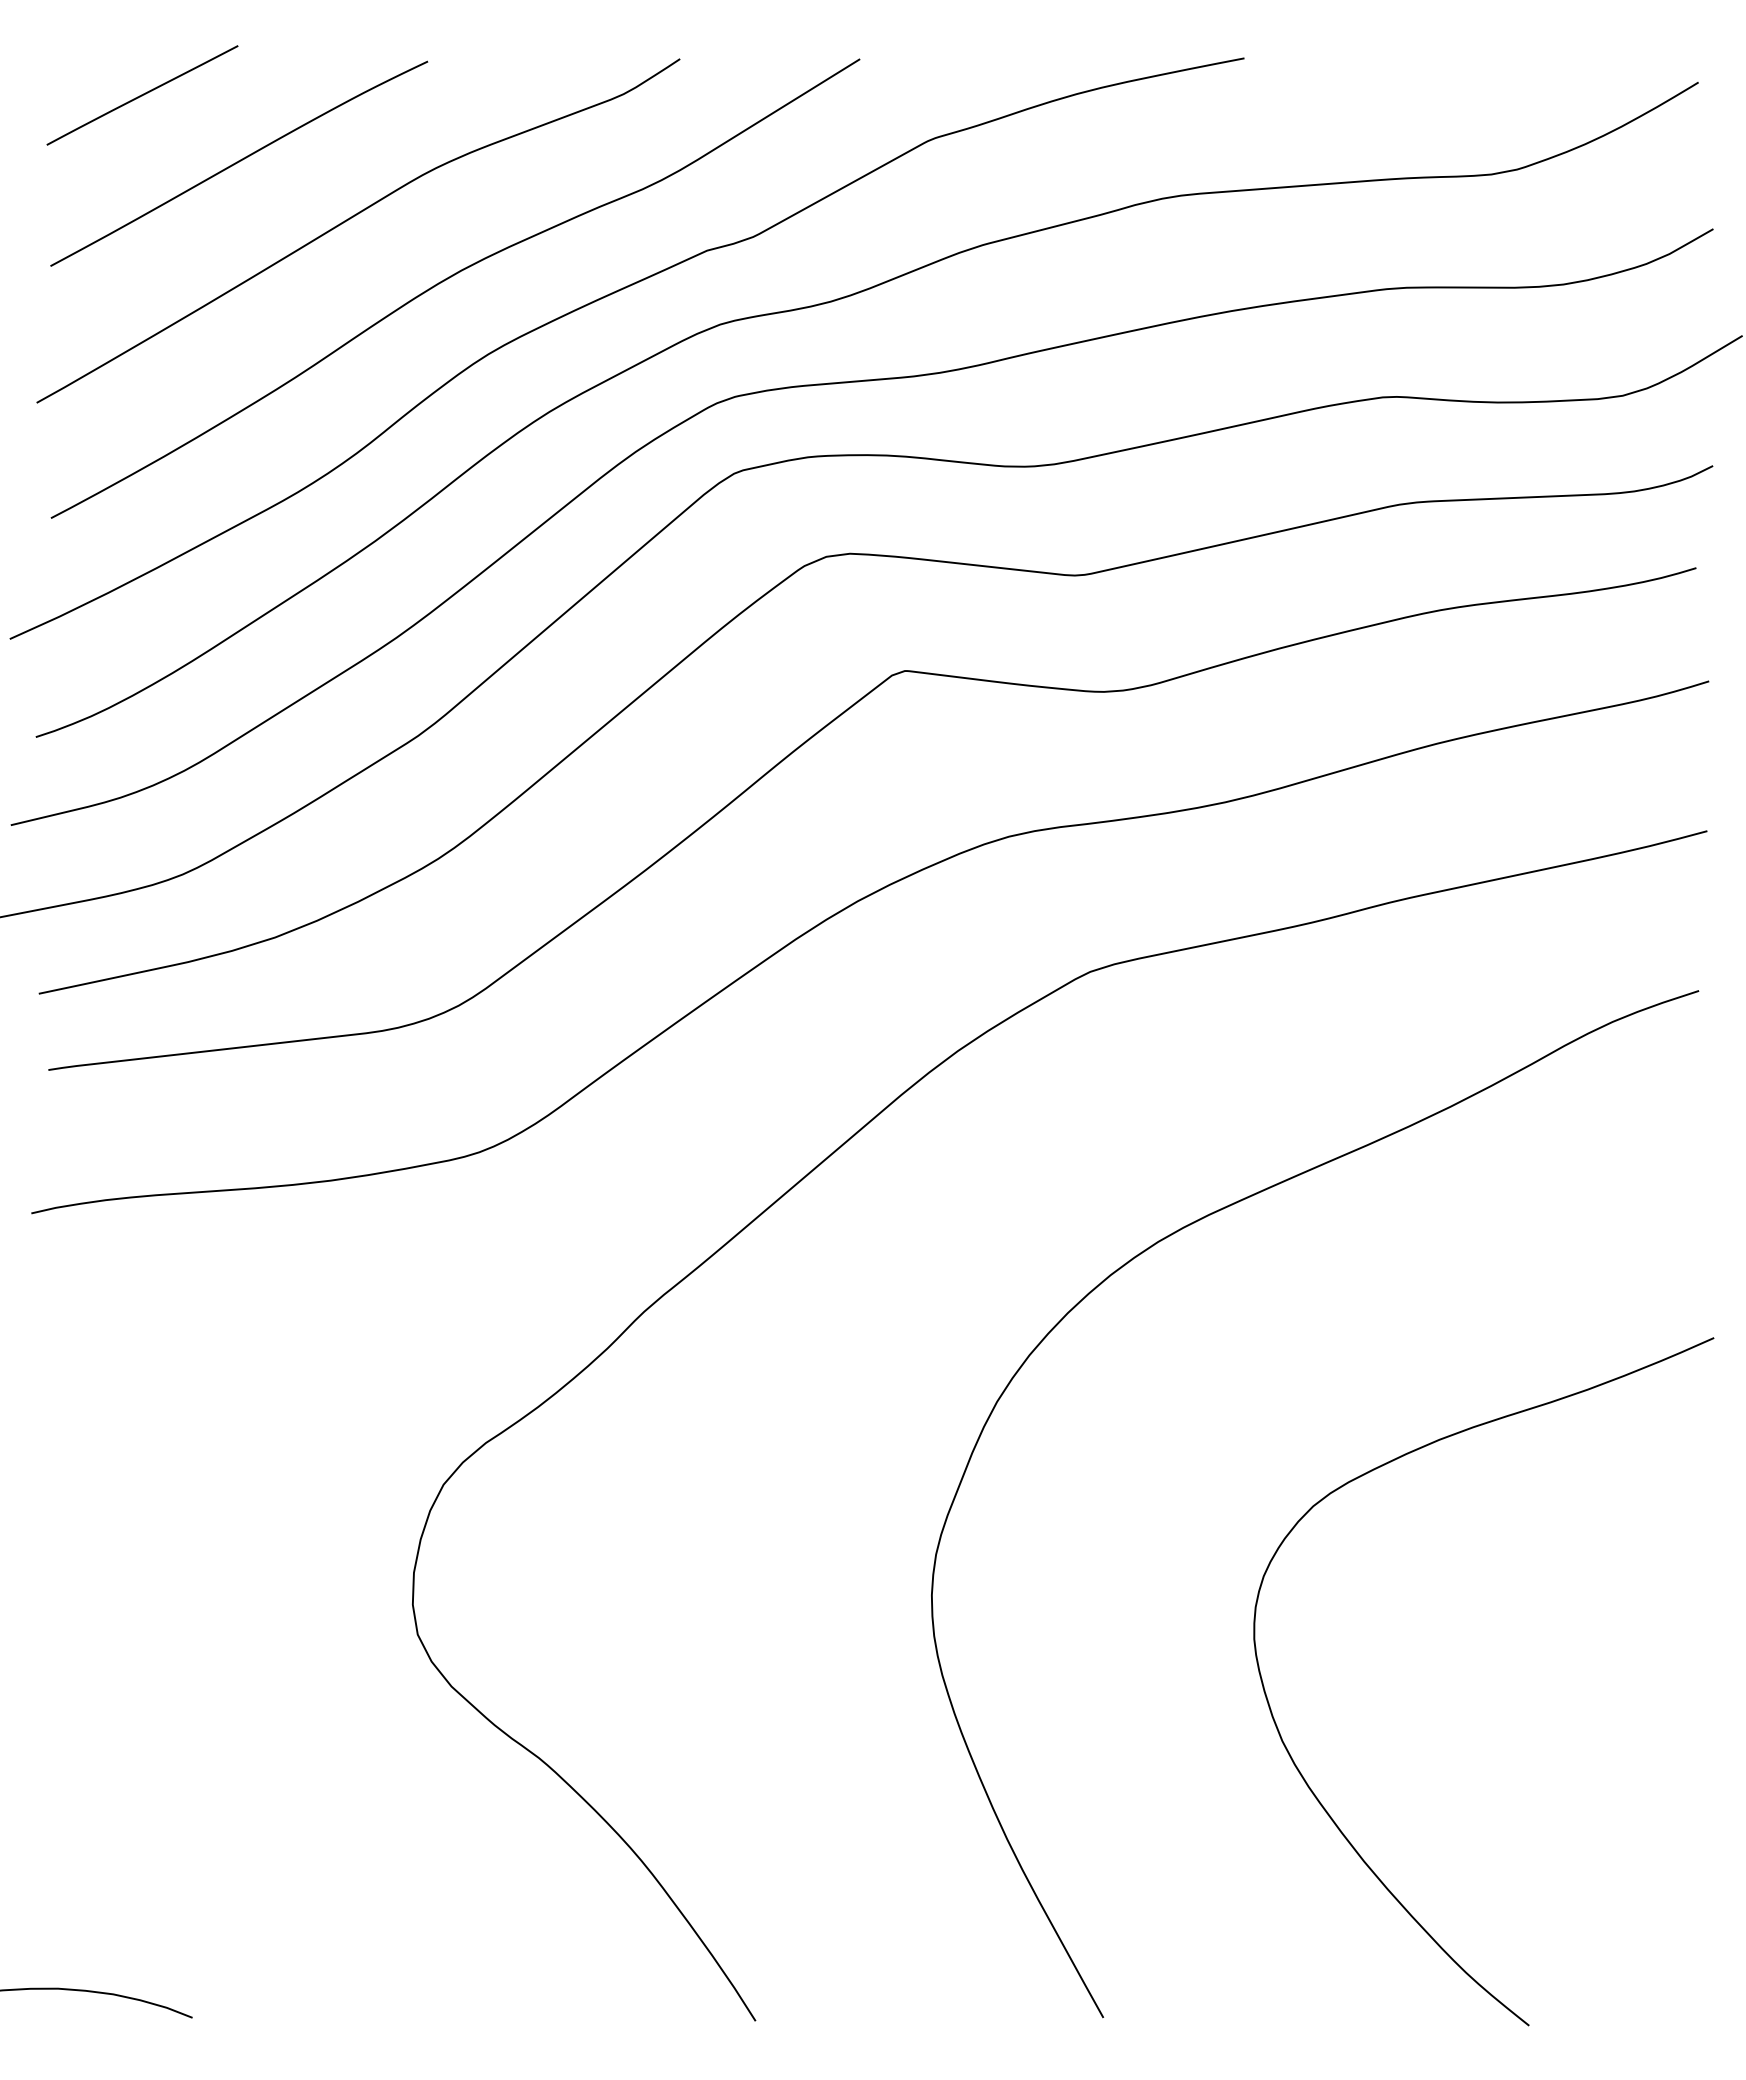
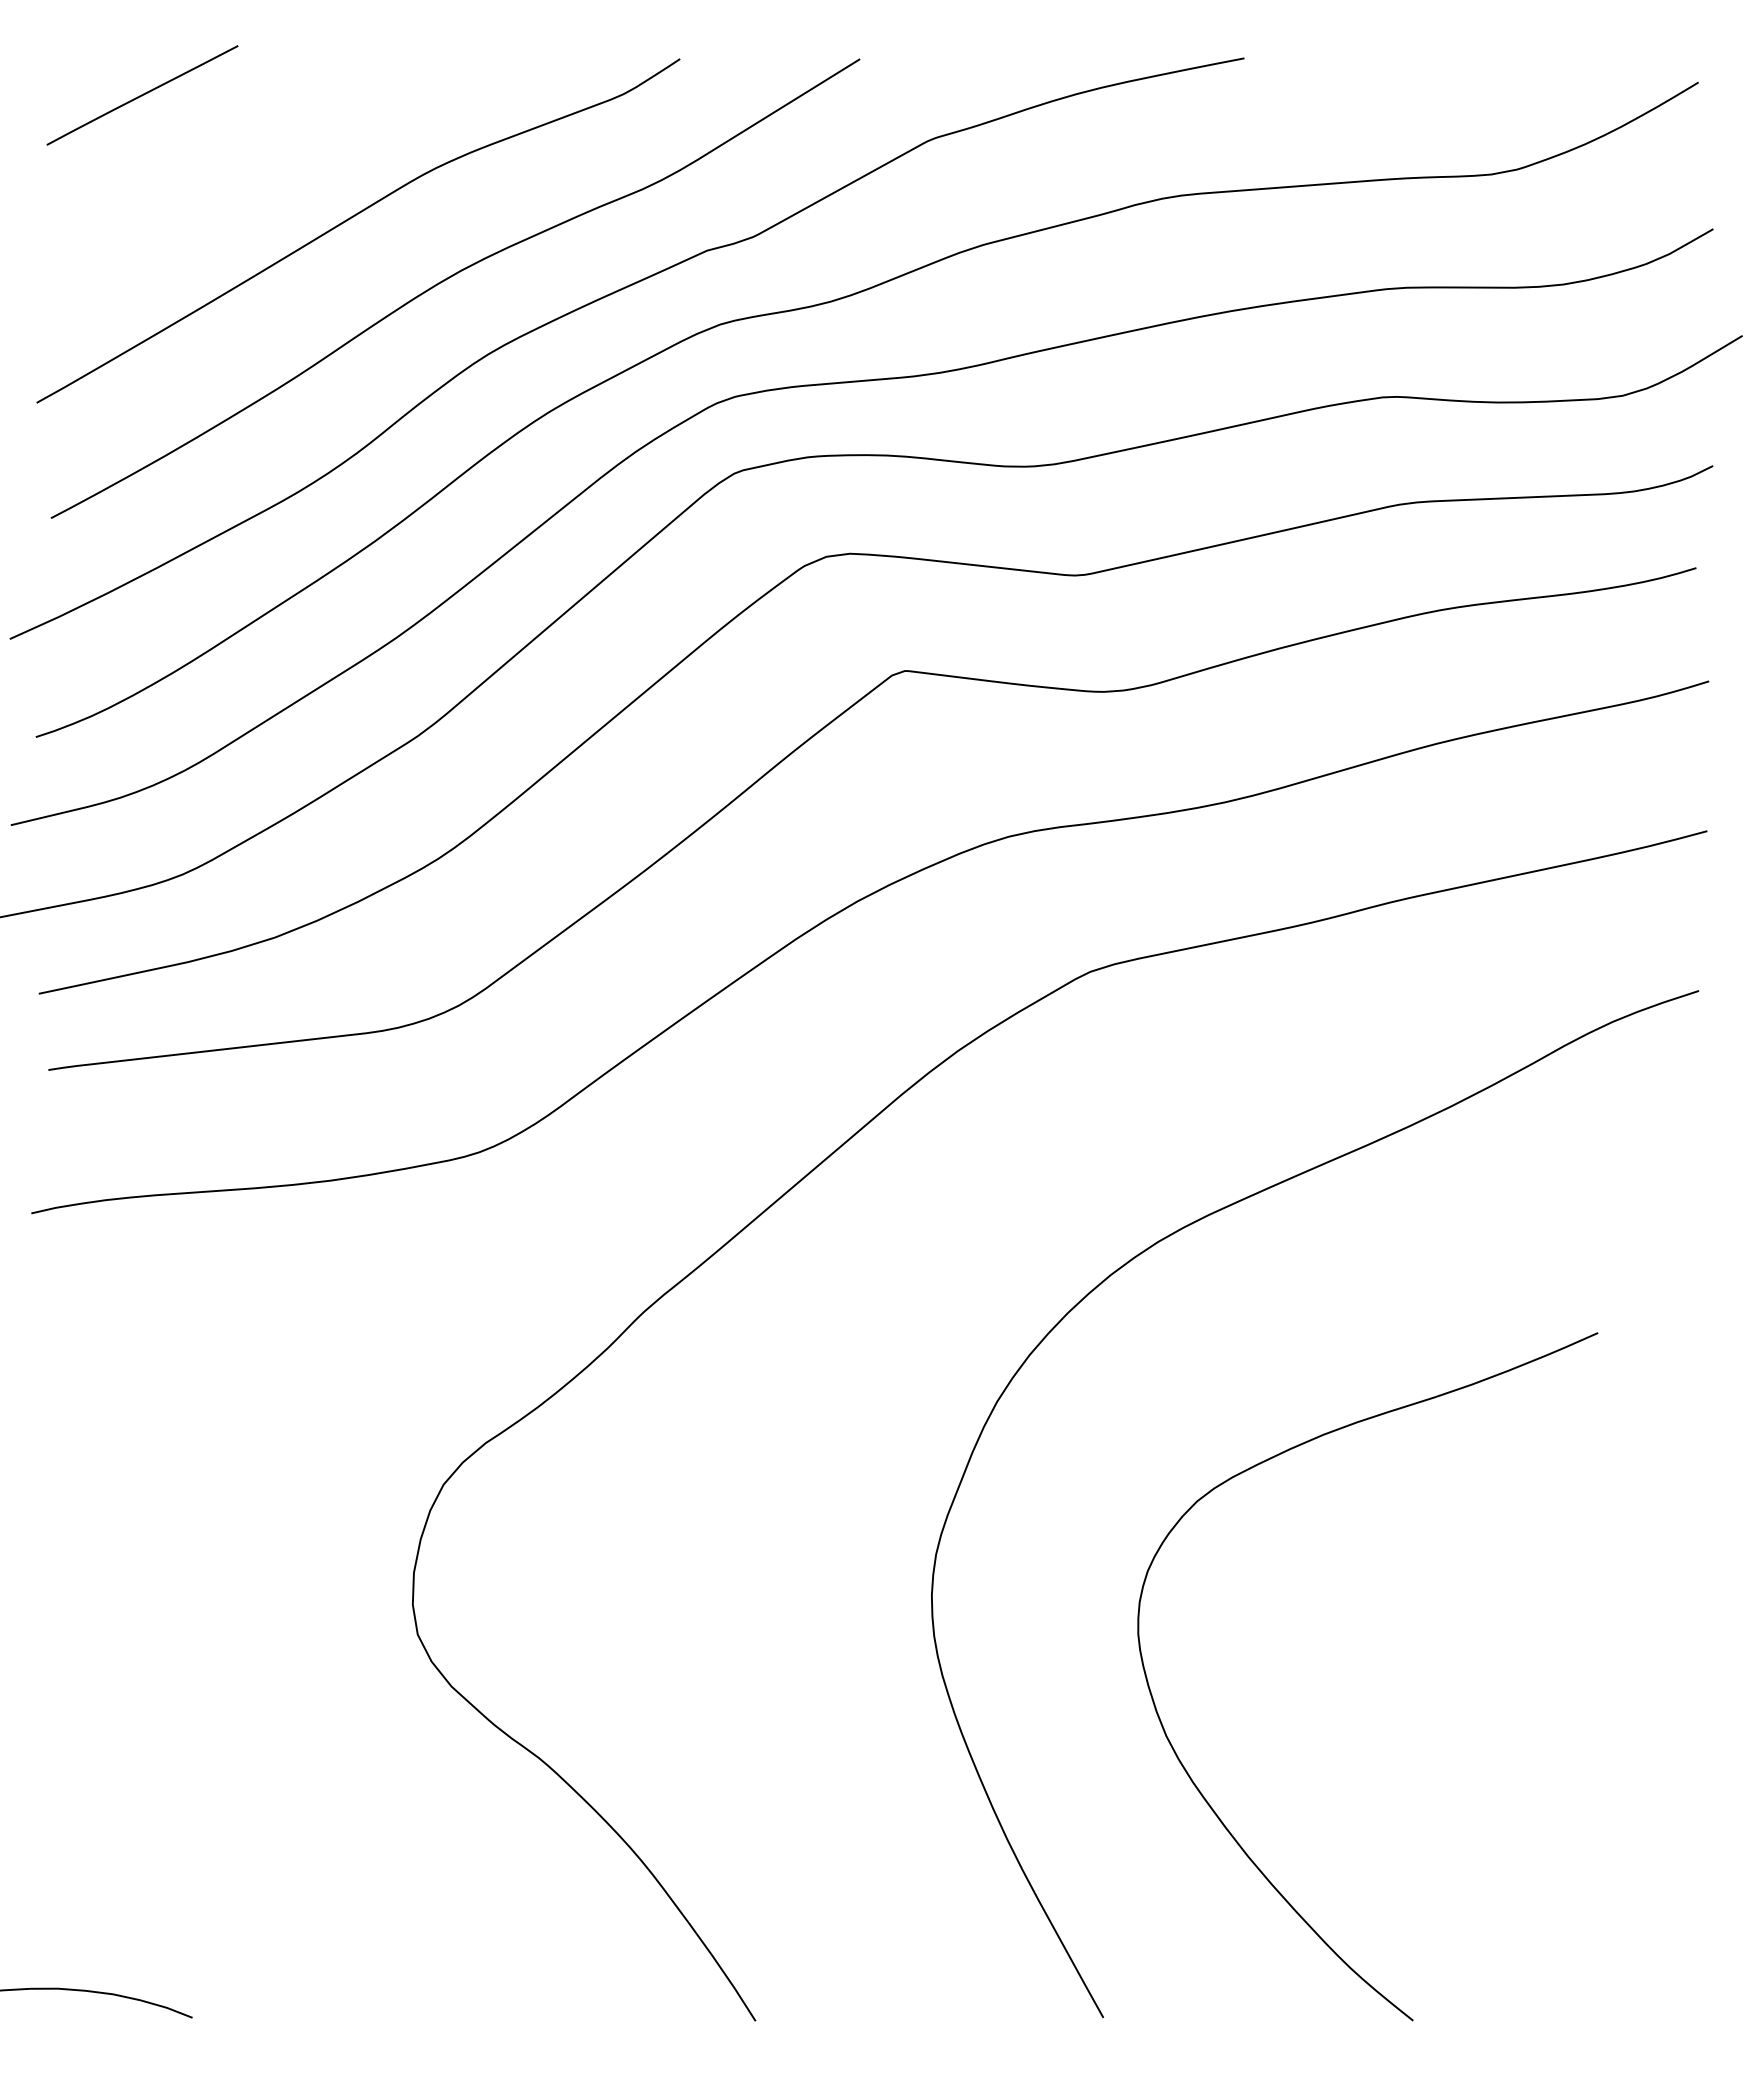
curve at (239, 162): present -> none
curve at (1320, 1801) position: (1320, 1801) -> (1204, 1796)
